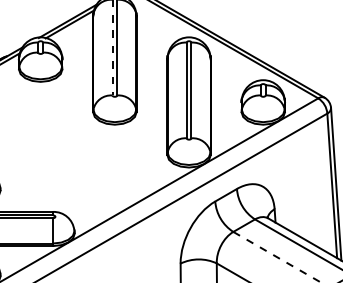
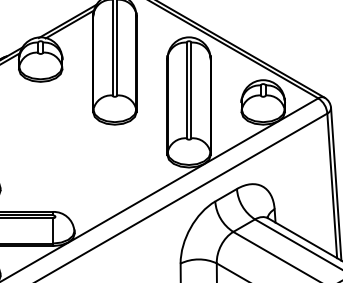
line at (112, 48): dashed -> solid
line at (277, 257): dashed -> solid
